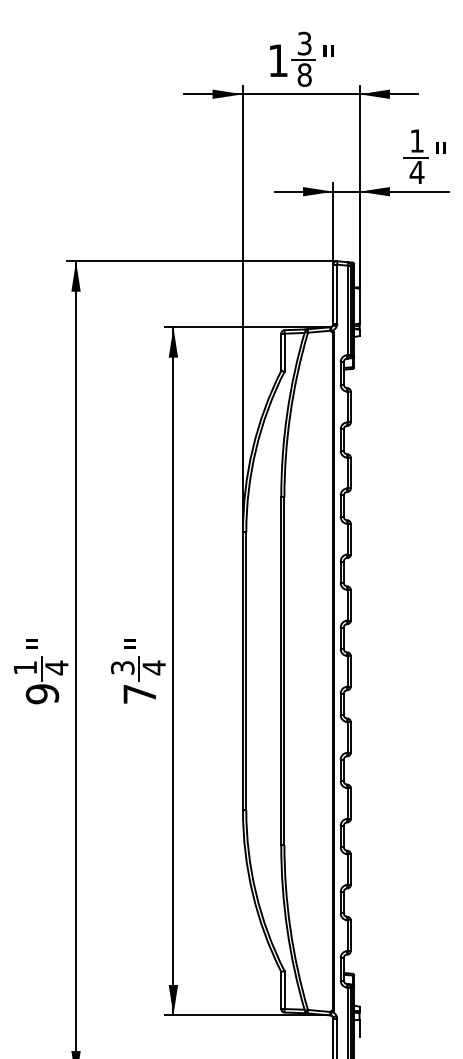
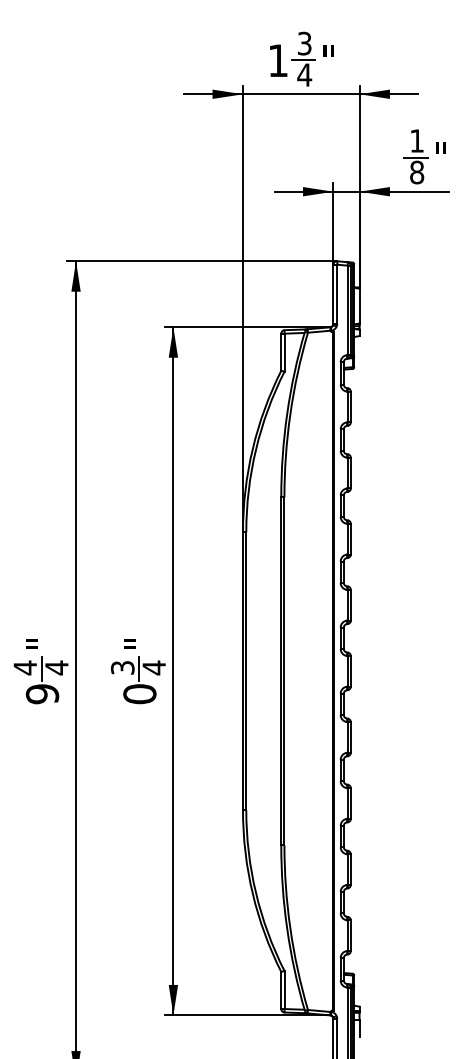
text at (304, 74): 8 -> 4
text at (416, 172): 4 -> 8
text at (24, 667): 1 -> 4
text at (139, 694): 7 -> 0
